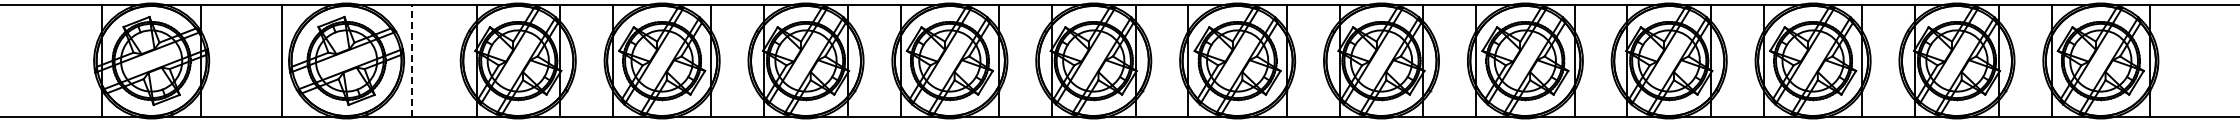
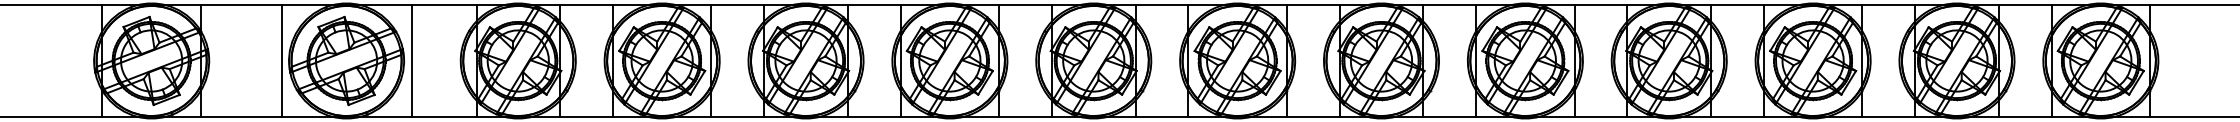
line at (411, 61): dashed -> solid
